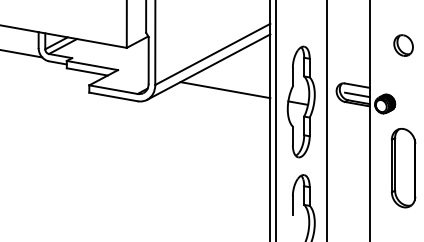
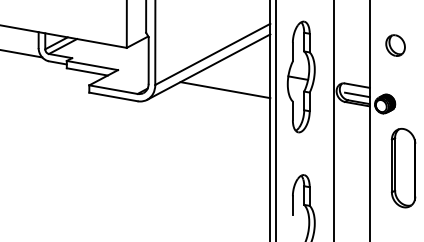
part at (403, 45) position: (403, 45) -> (395, 45)
part at (300, 101) position: (300, 101) -> (300, 76)
line at (326, 120) position: (326, 120) -> (333, 120)
